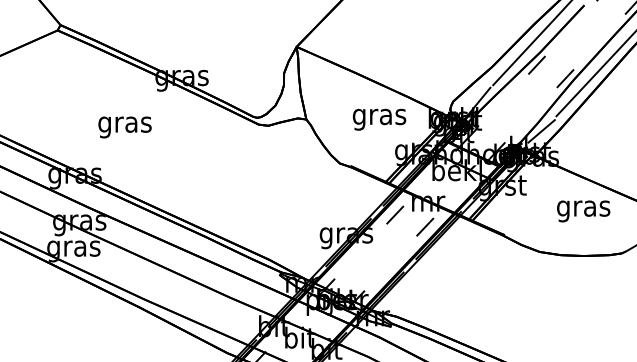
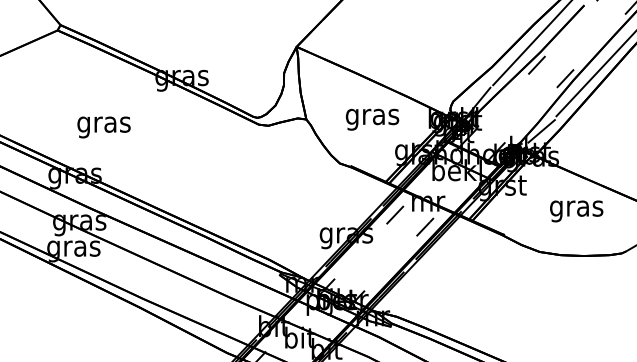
text at (379, 119) position: (379, 119) -> (372, 119)
text at (124, 127) position: (124, 127) -> (103, 127)
text at (583, 211) position: (583, 211) -> (576, 211)
